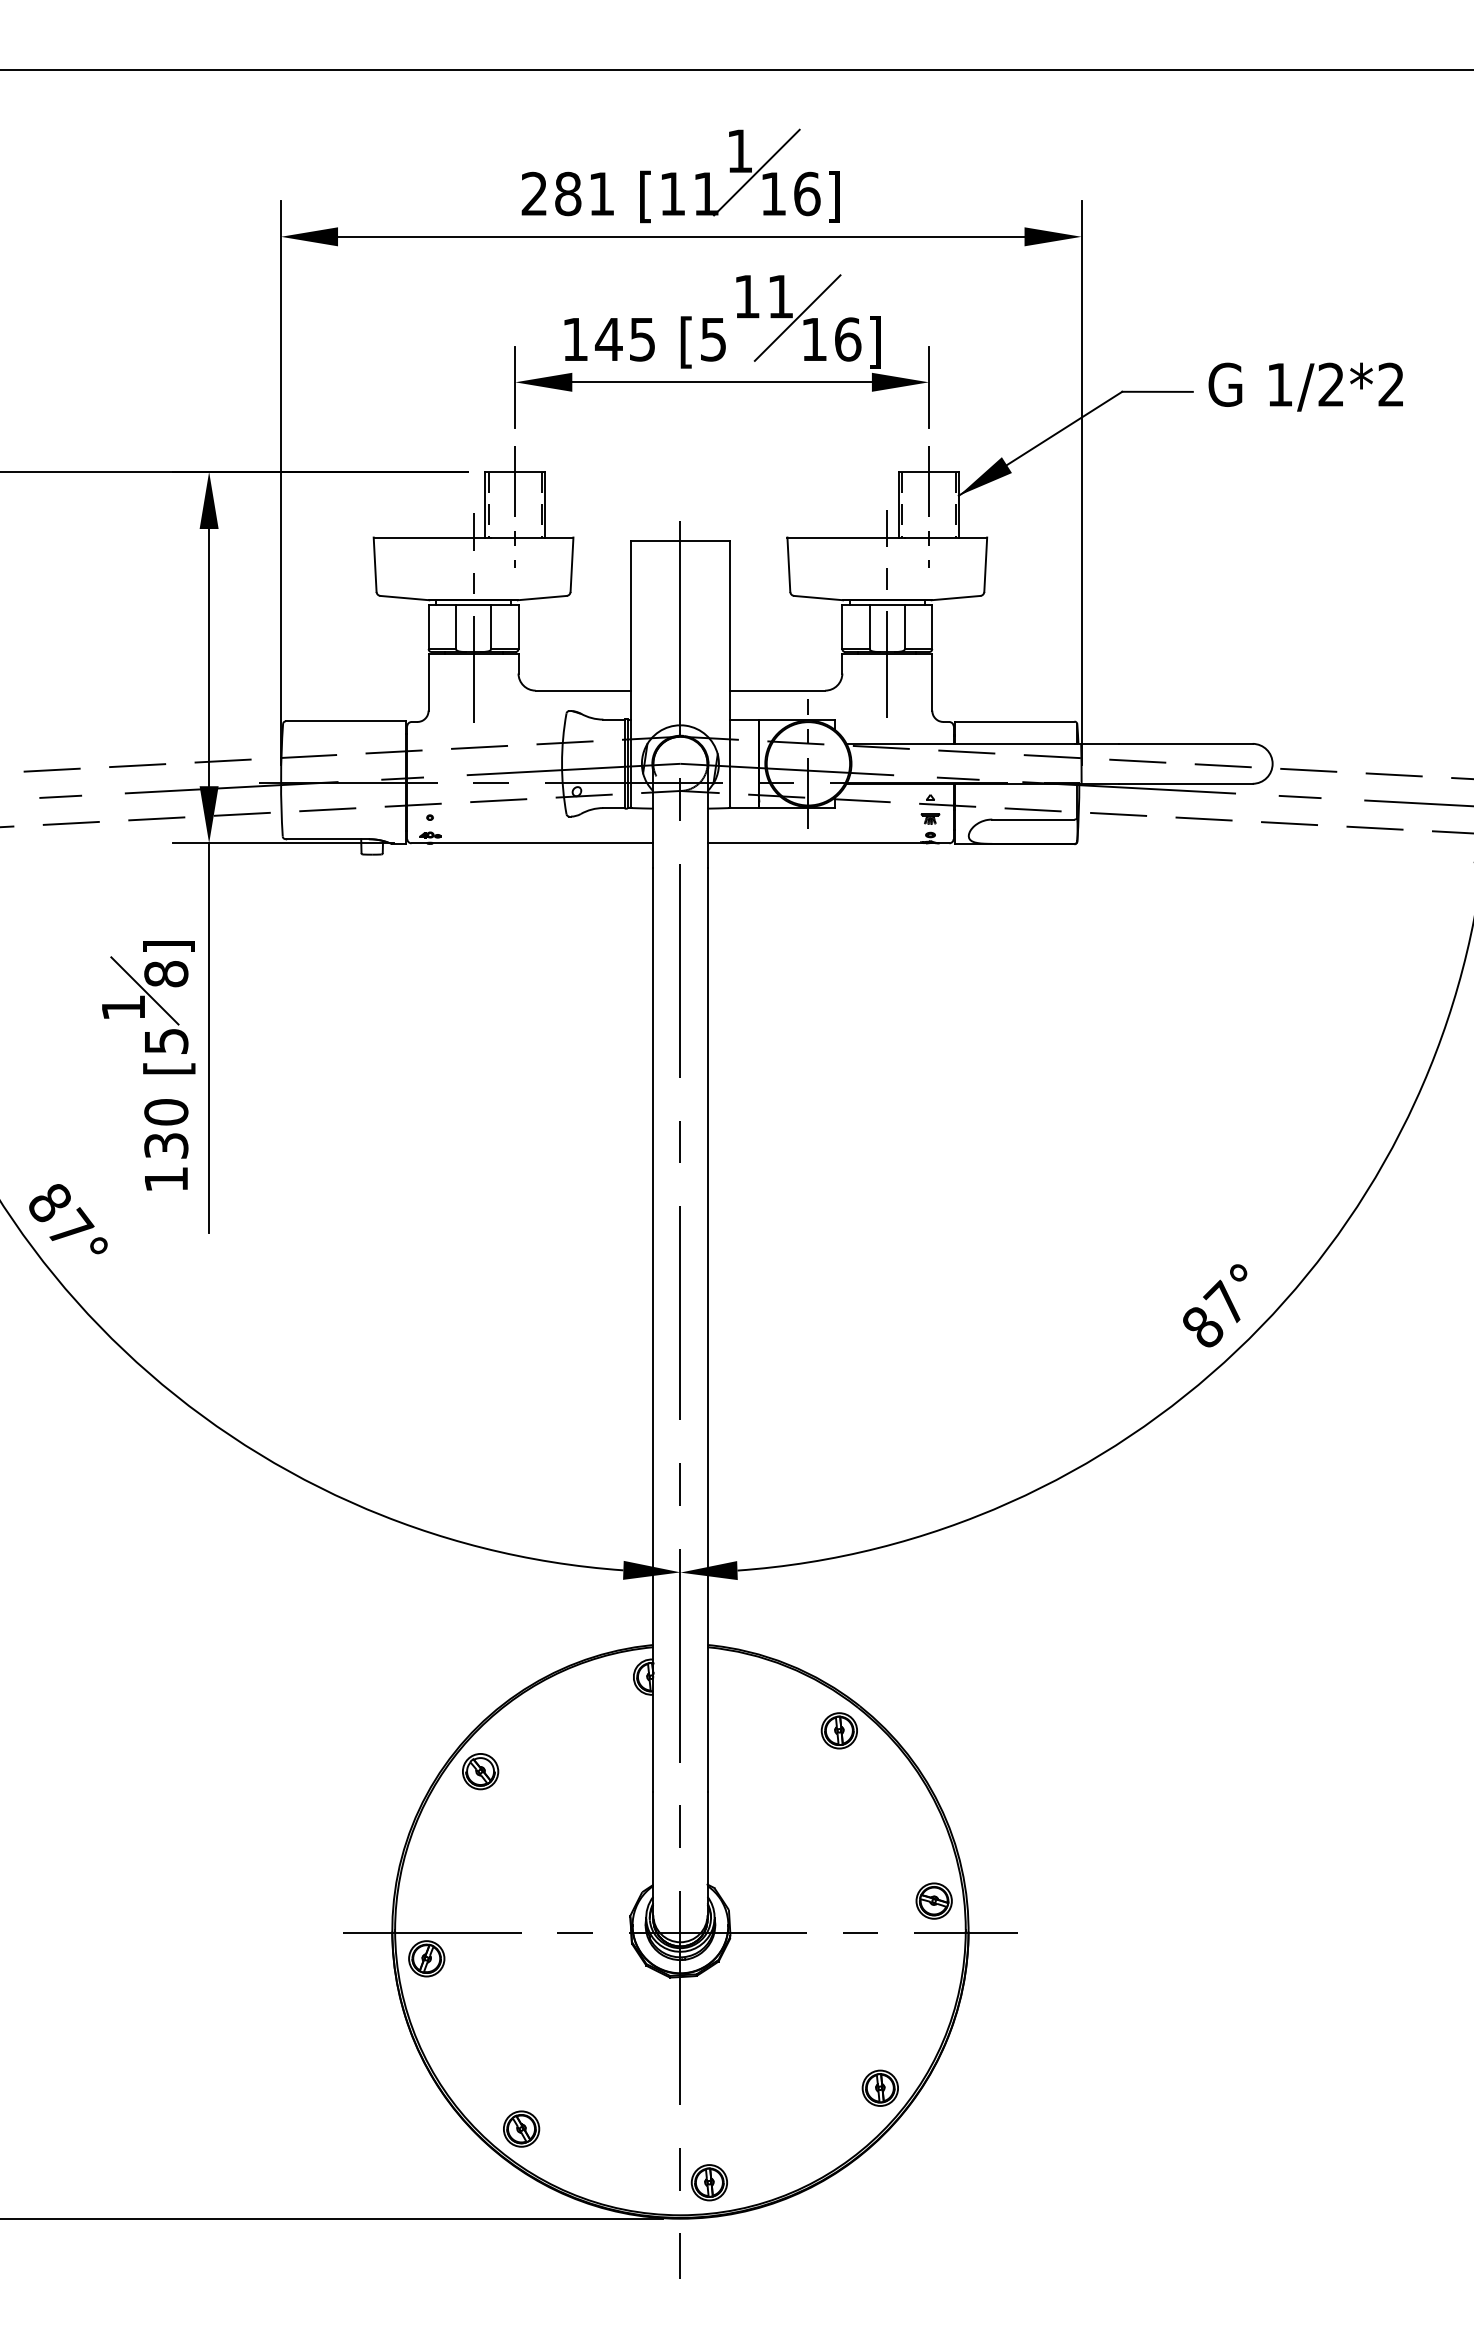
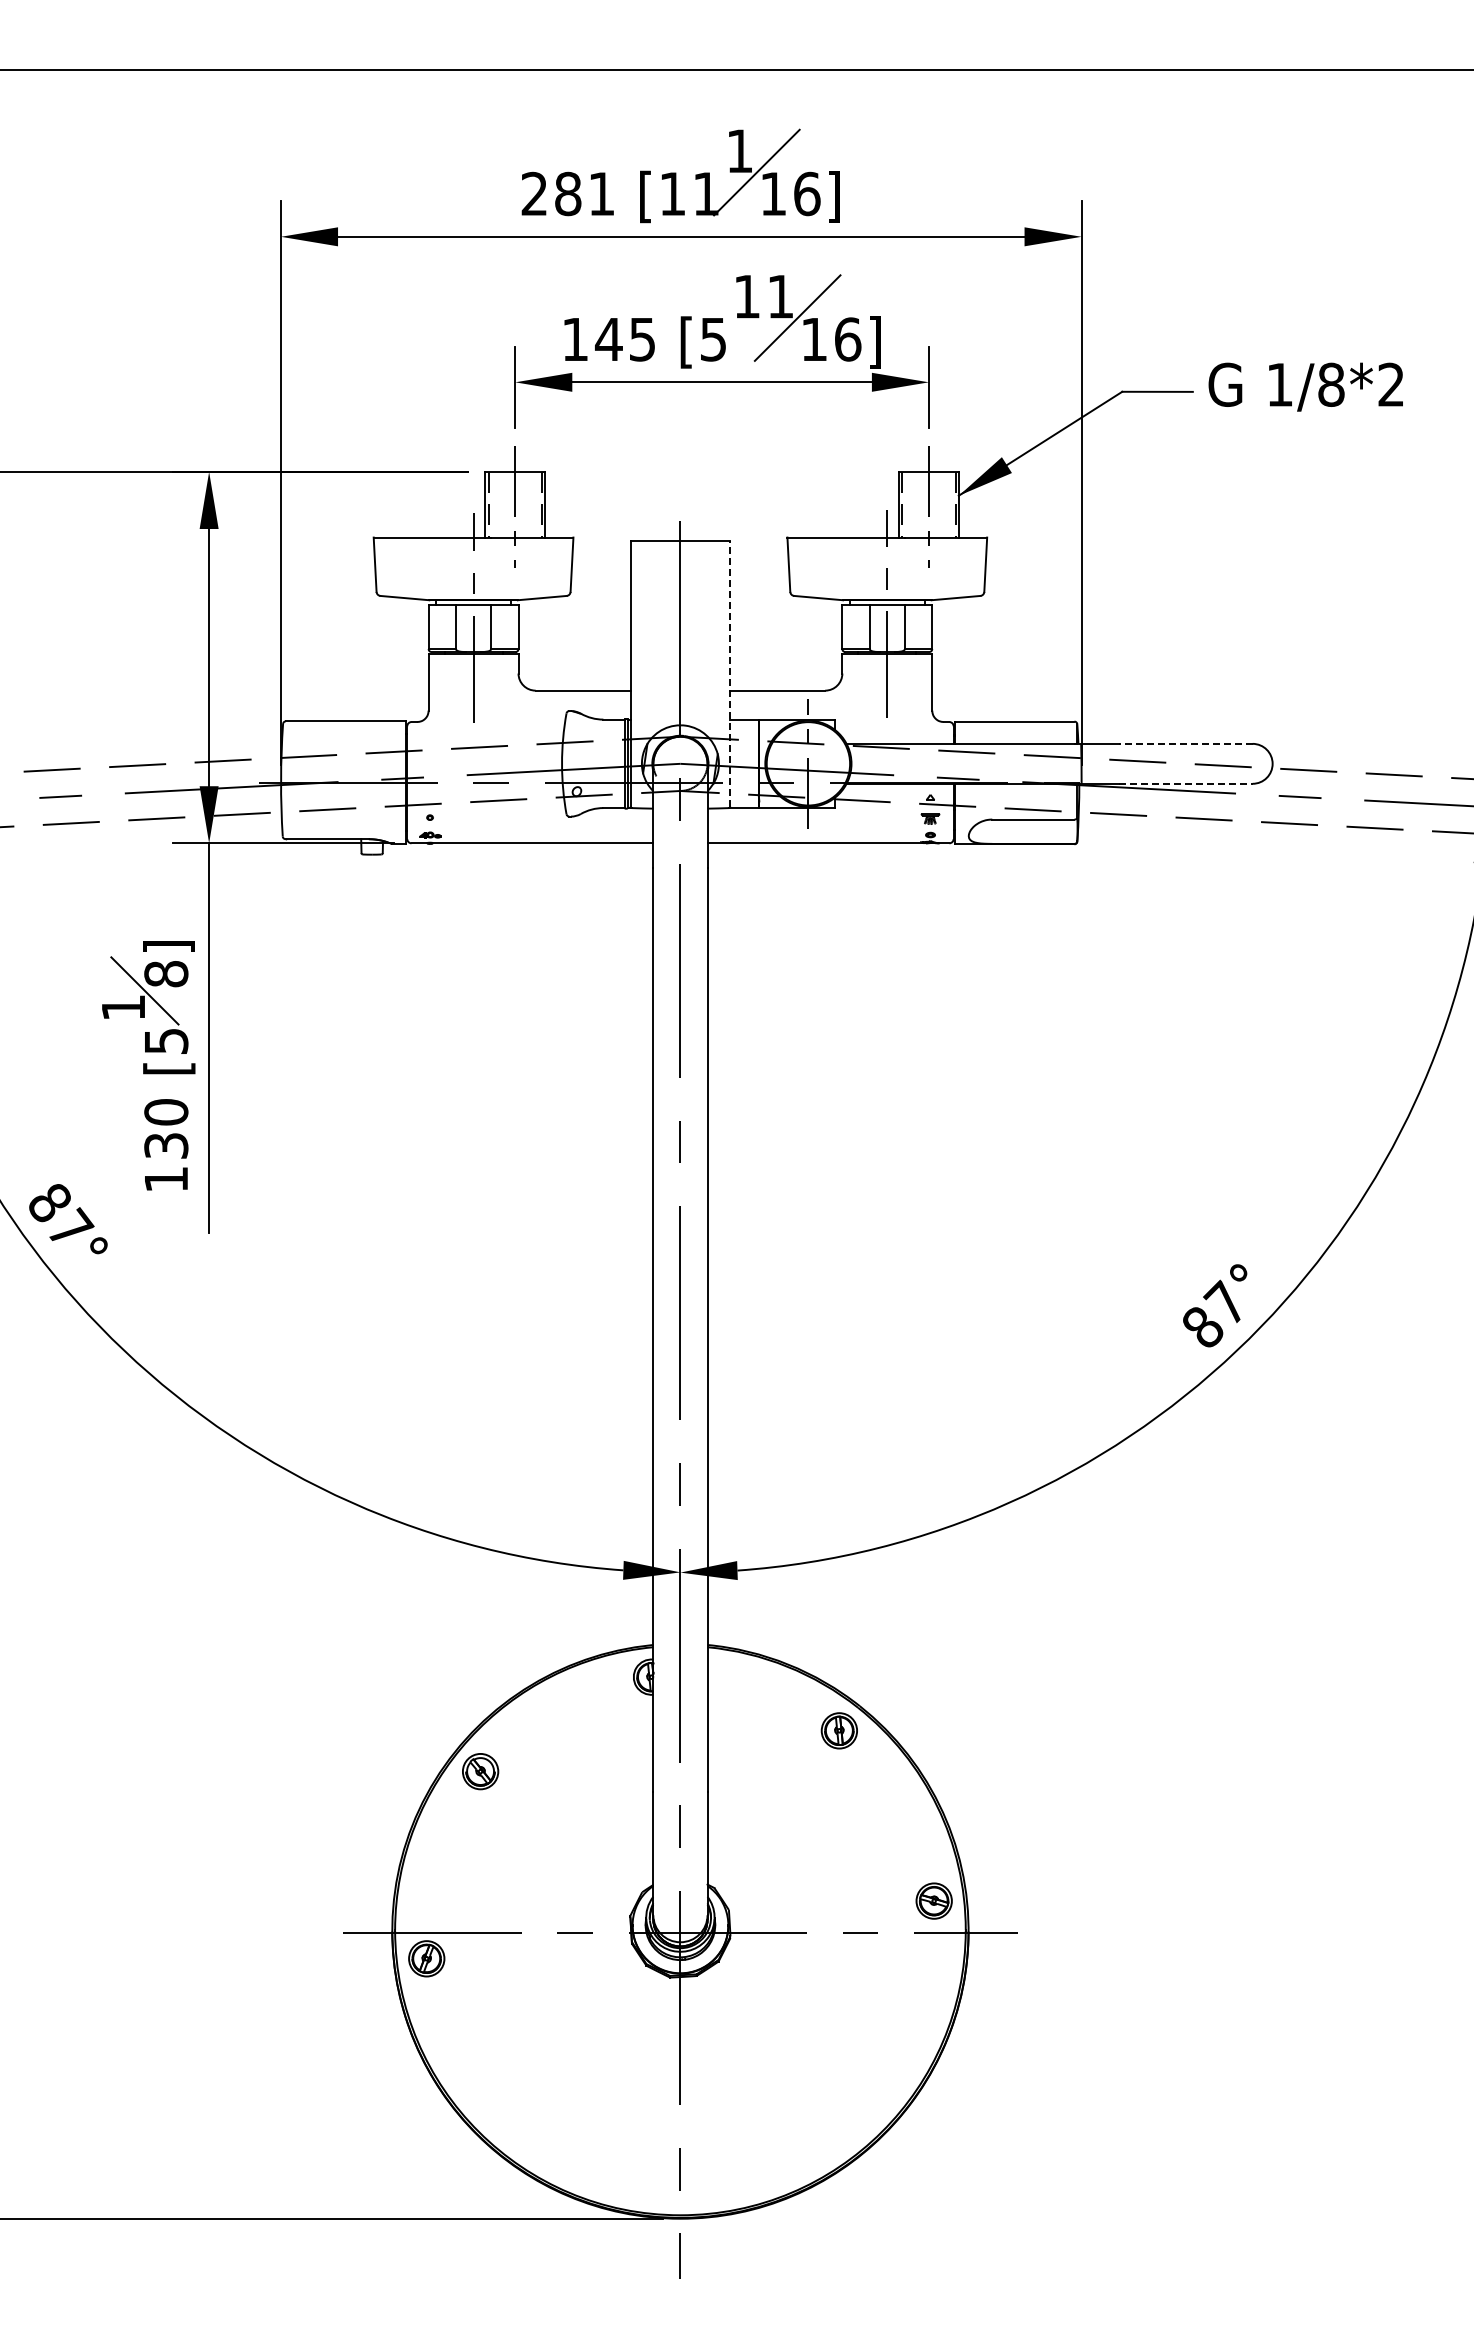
text at (1331, 384): 1/2*2 -> 1/8*2
line at (730, 673): solid -> dashed
line at (1186, 743): solid -> dashed
line at (1186, 783): solid -> dashed
part at (879, 2087): present -> none
part at (521, 2128): present -> none
part at (708, 2182): present -> none
